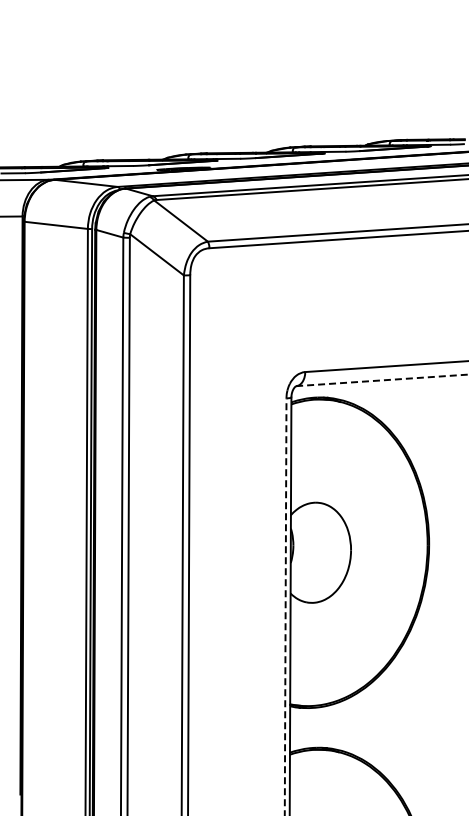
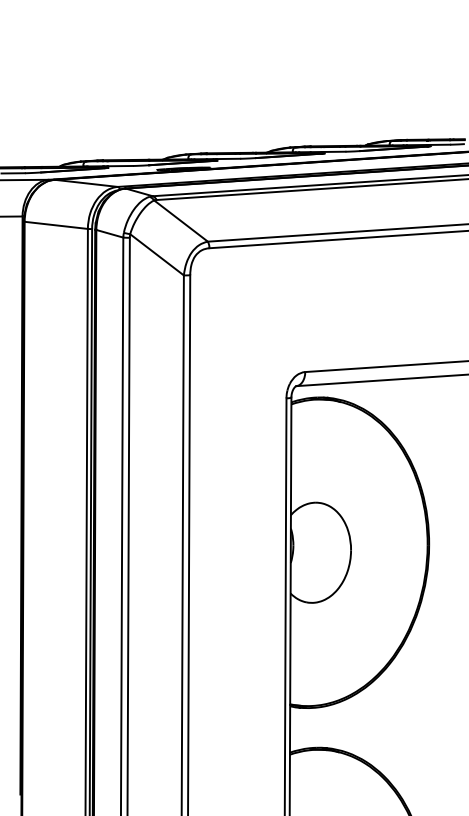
line at (382, 380): dashed -> solid
line at (285, 606): dashed -> solid
